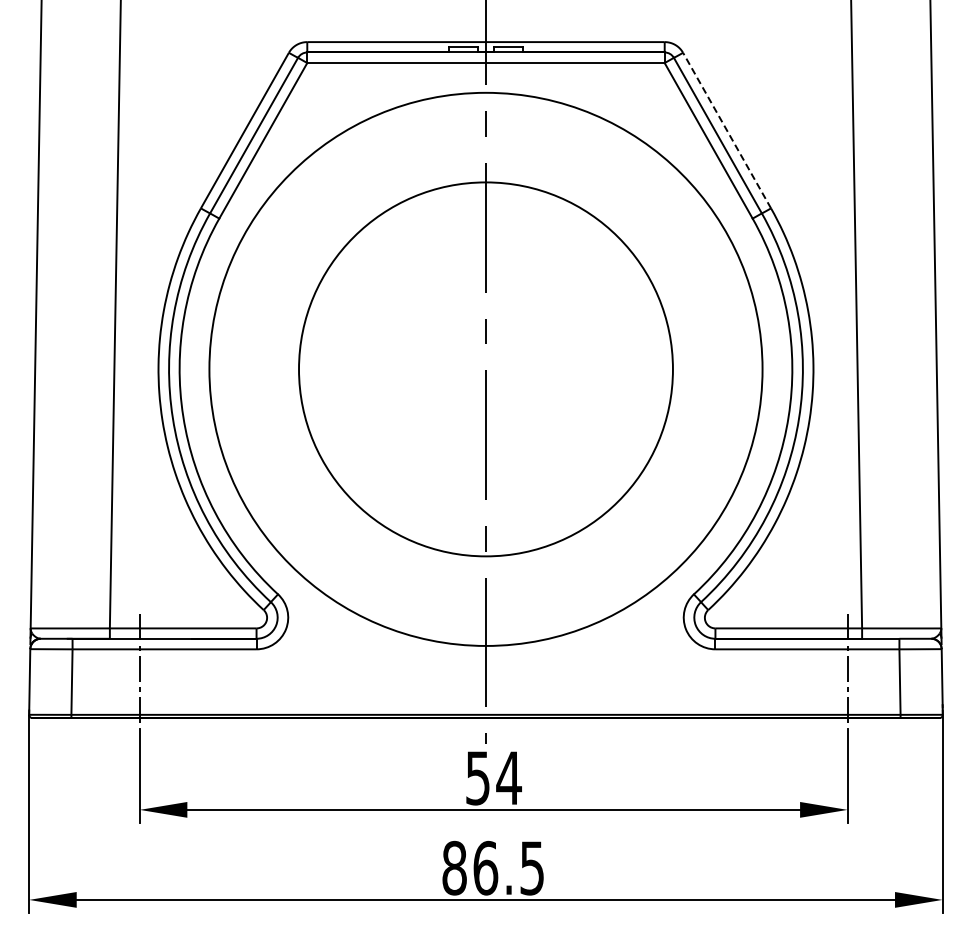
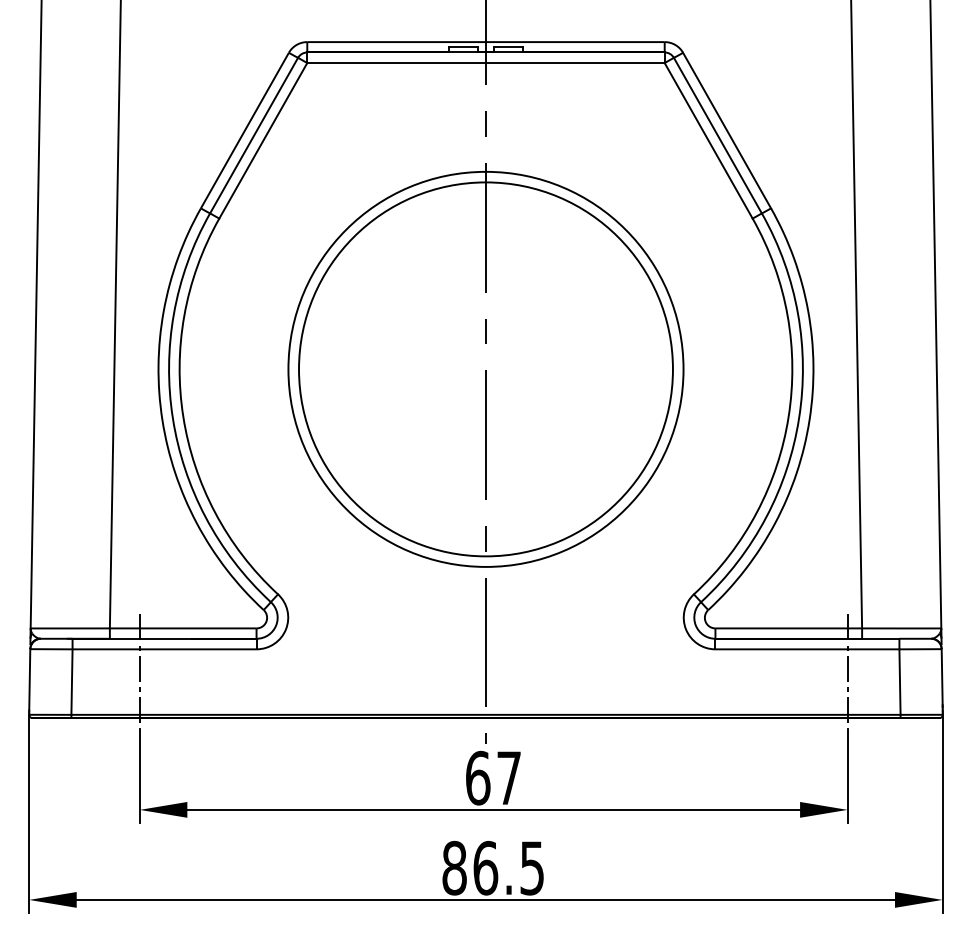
line at (726, 130): dashed -> solid
circle at (485, 368) diameter: 553 px -> 395 px
text at (493, 777): 54 -> 67
